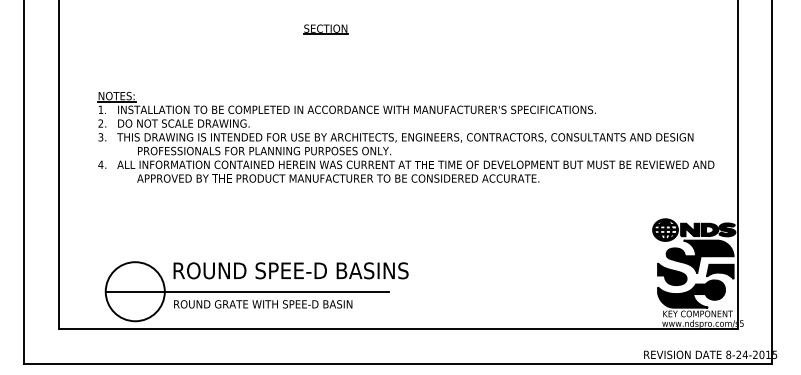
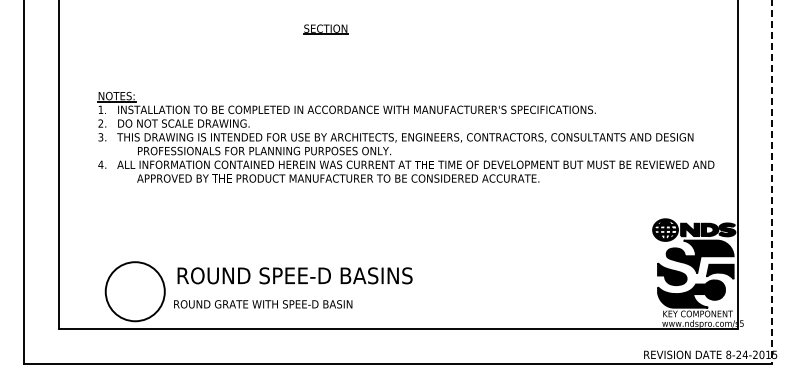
line at (772, 182): solid -> dashed
text at (290, 270) position: (290, 270) -> (294, 275)
line at (246, 291): present -> none
